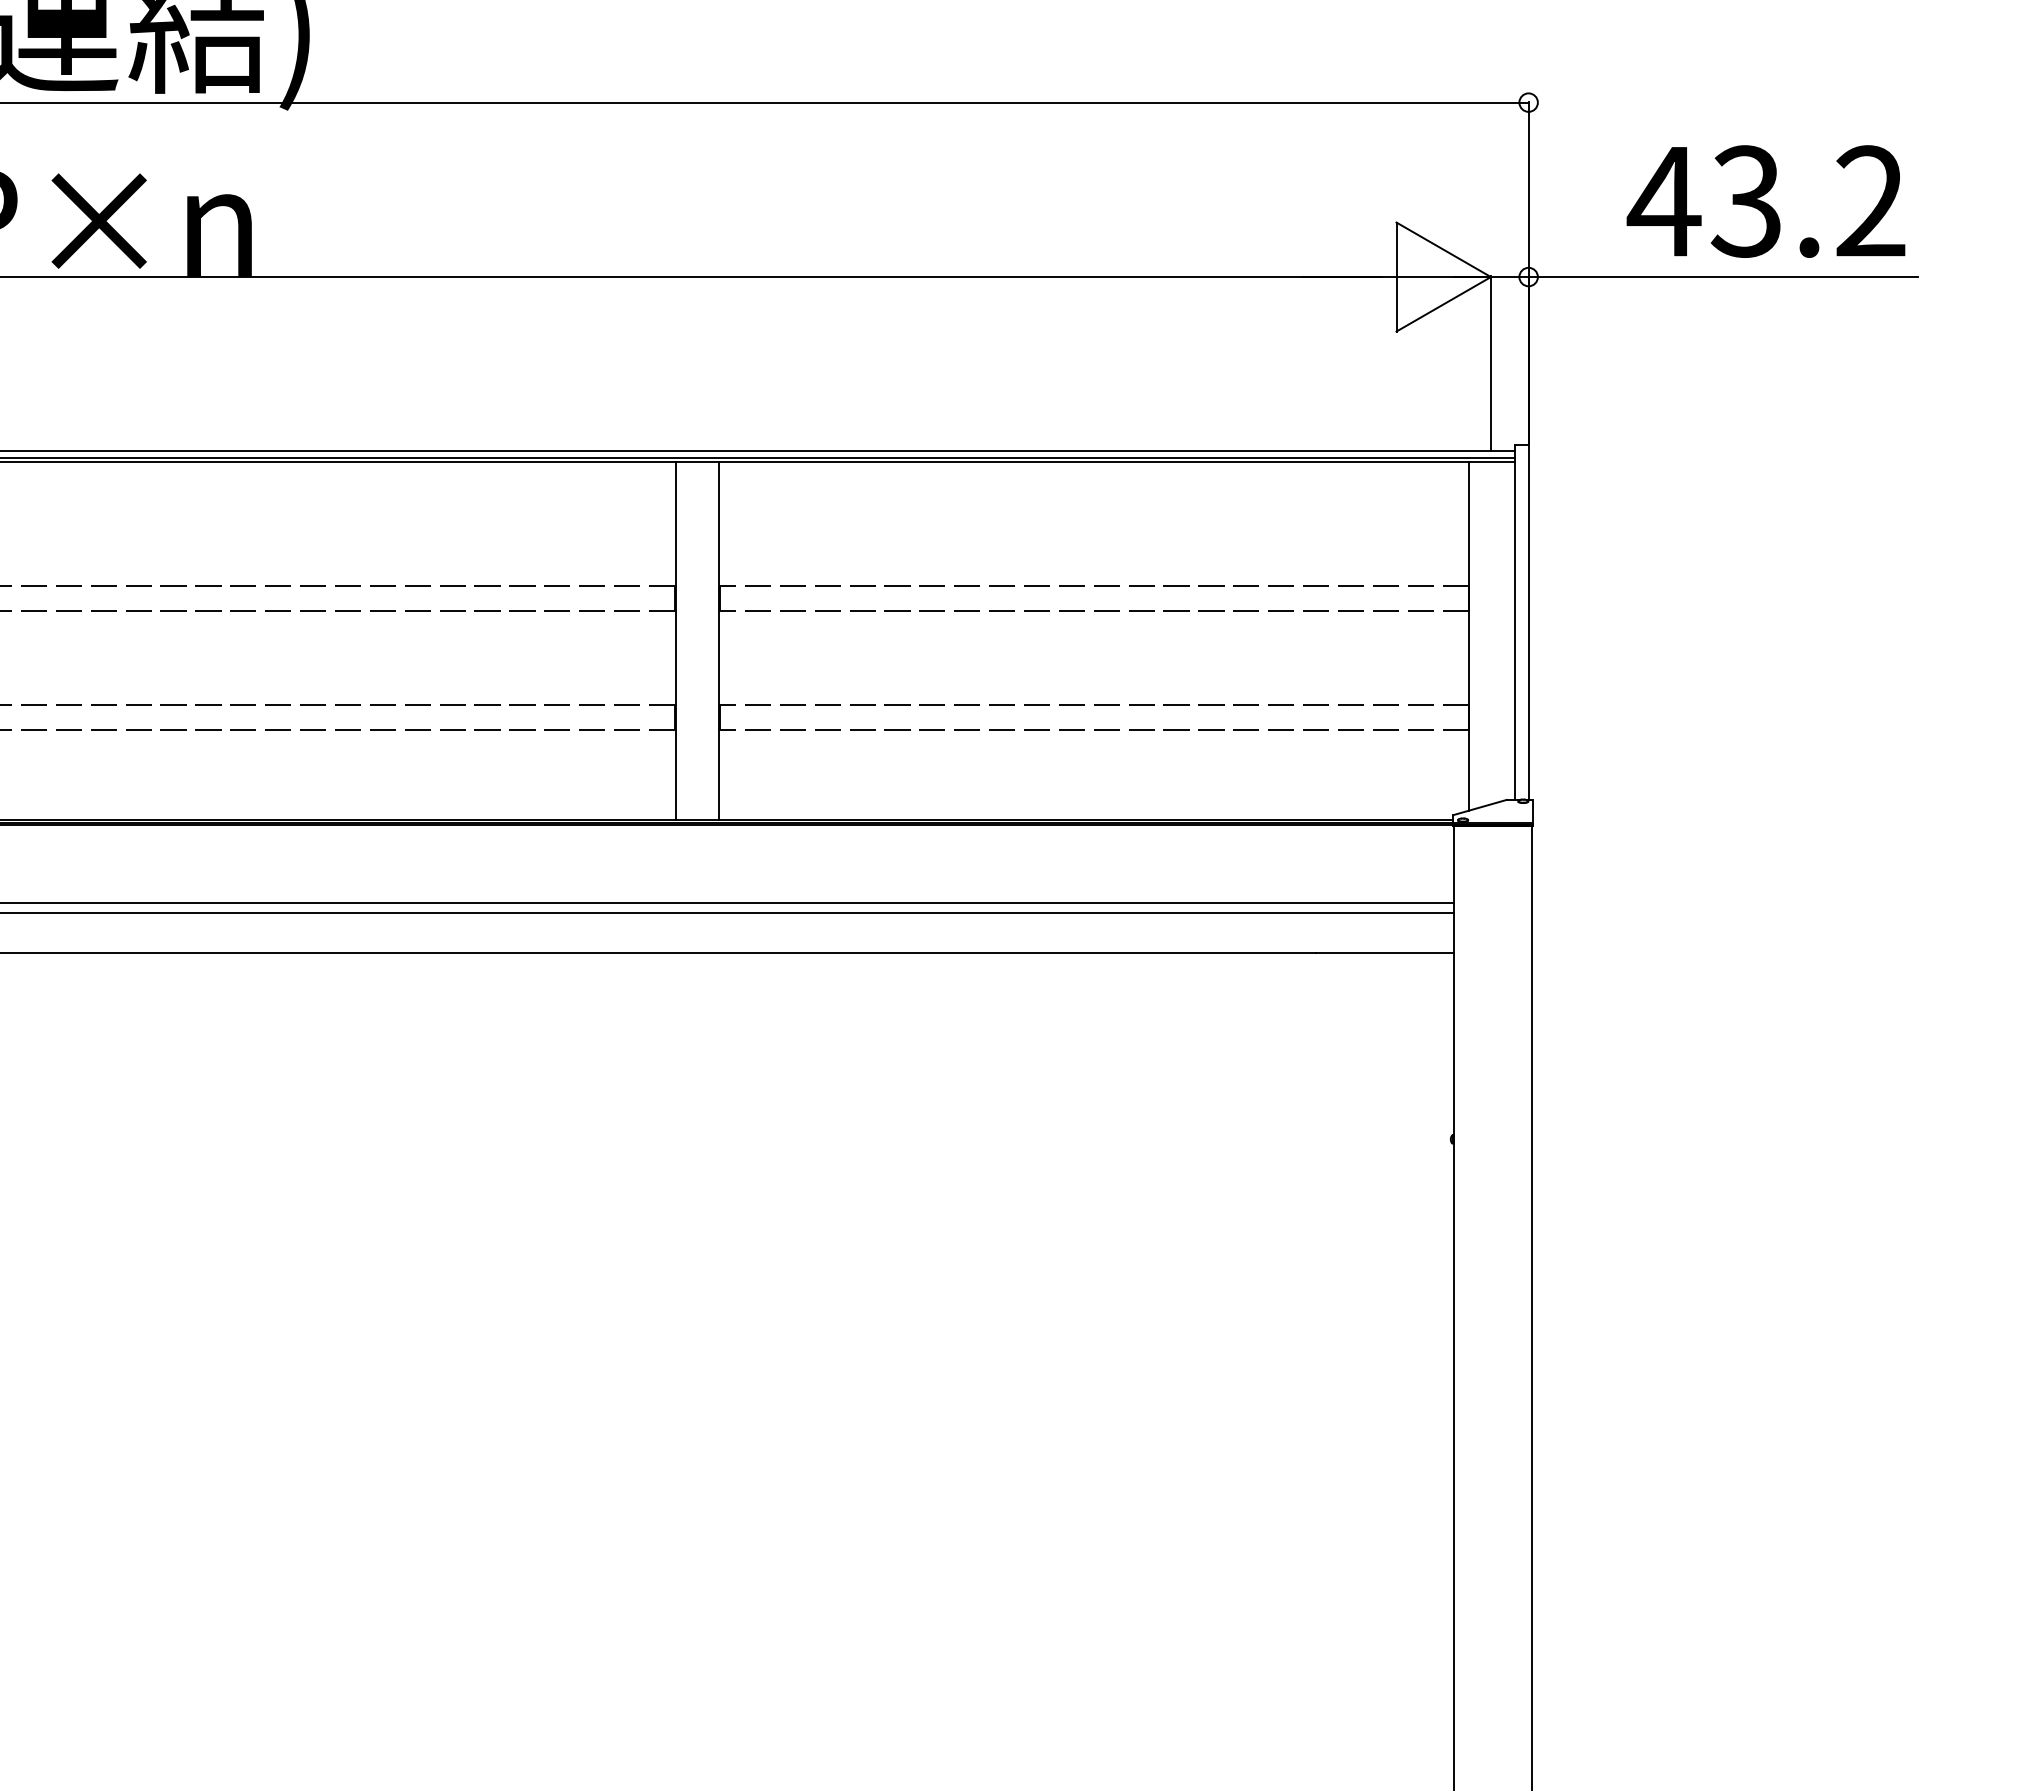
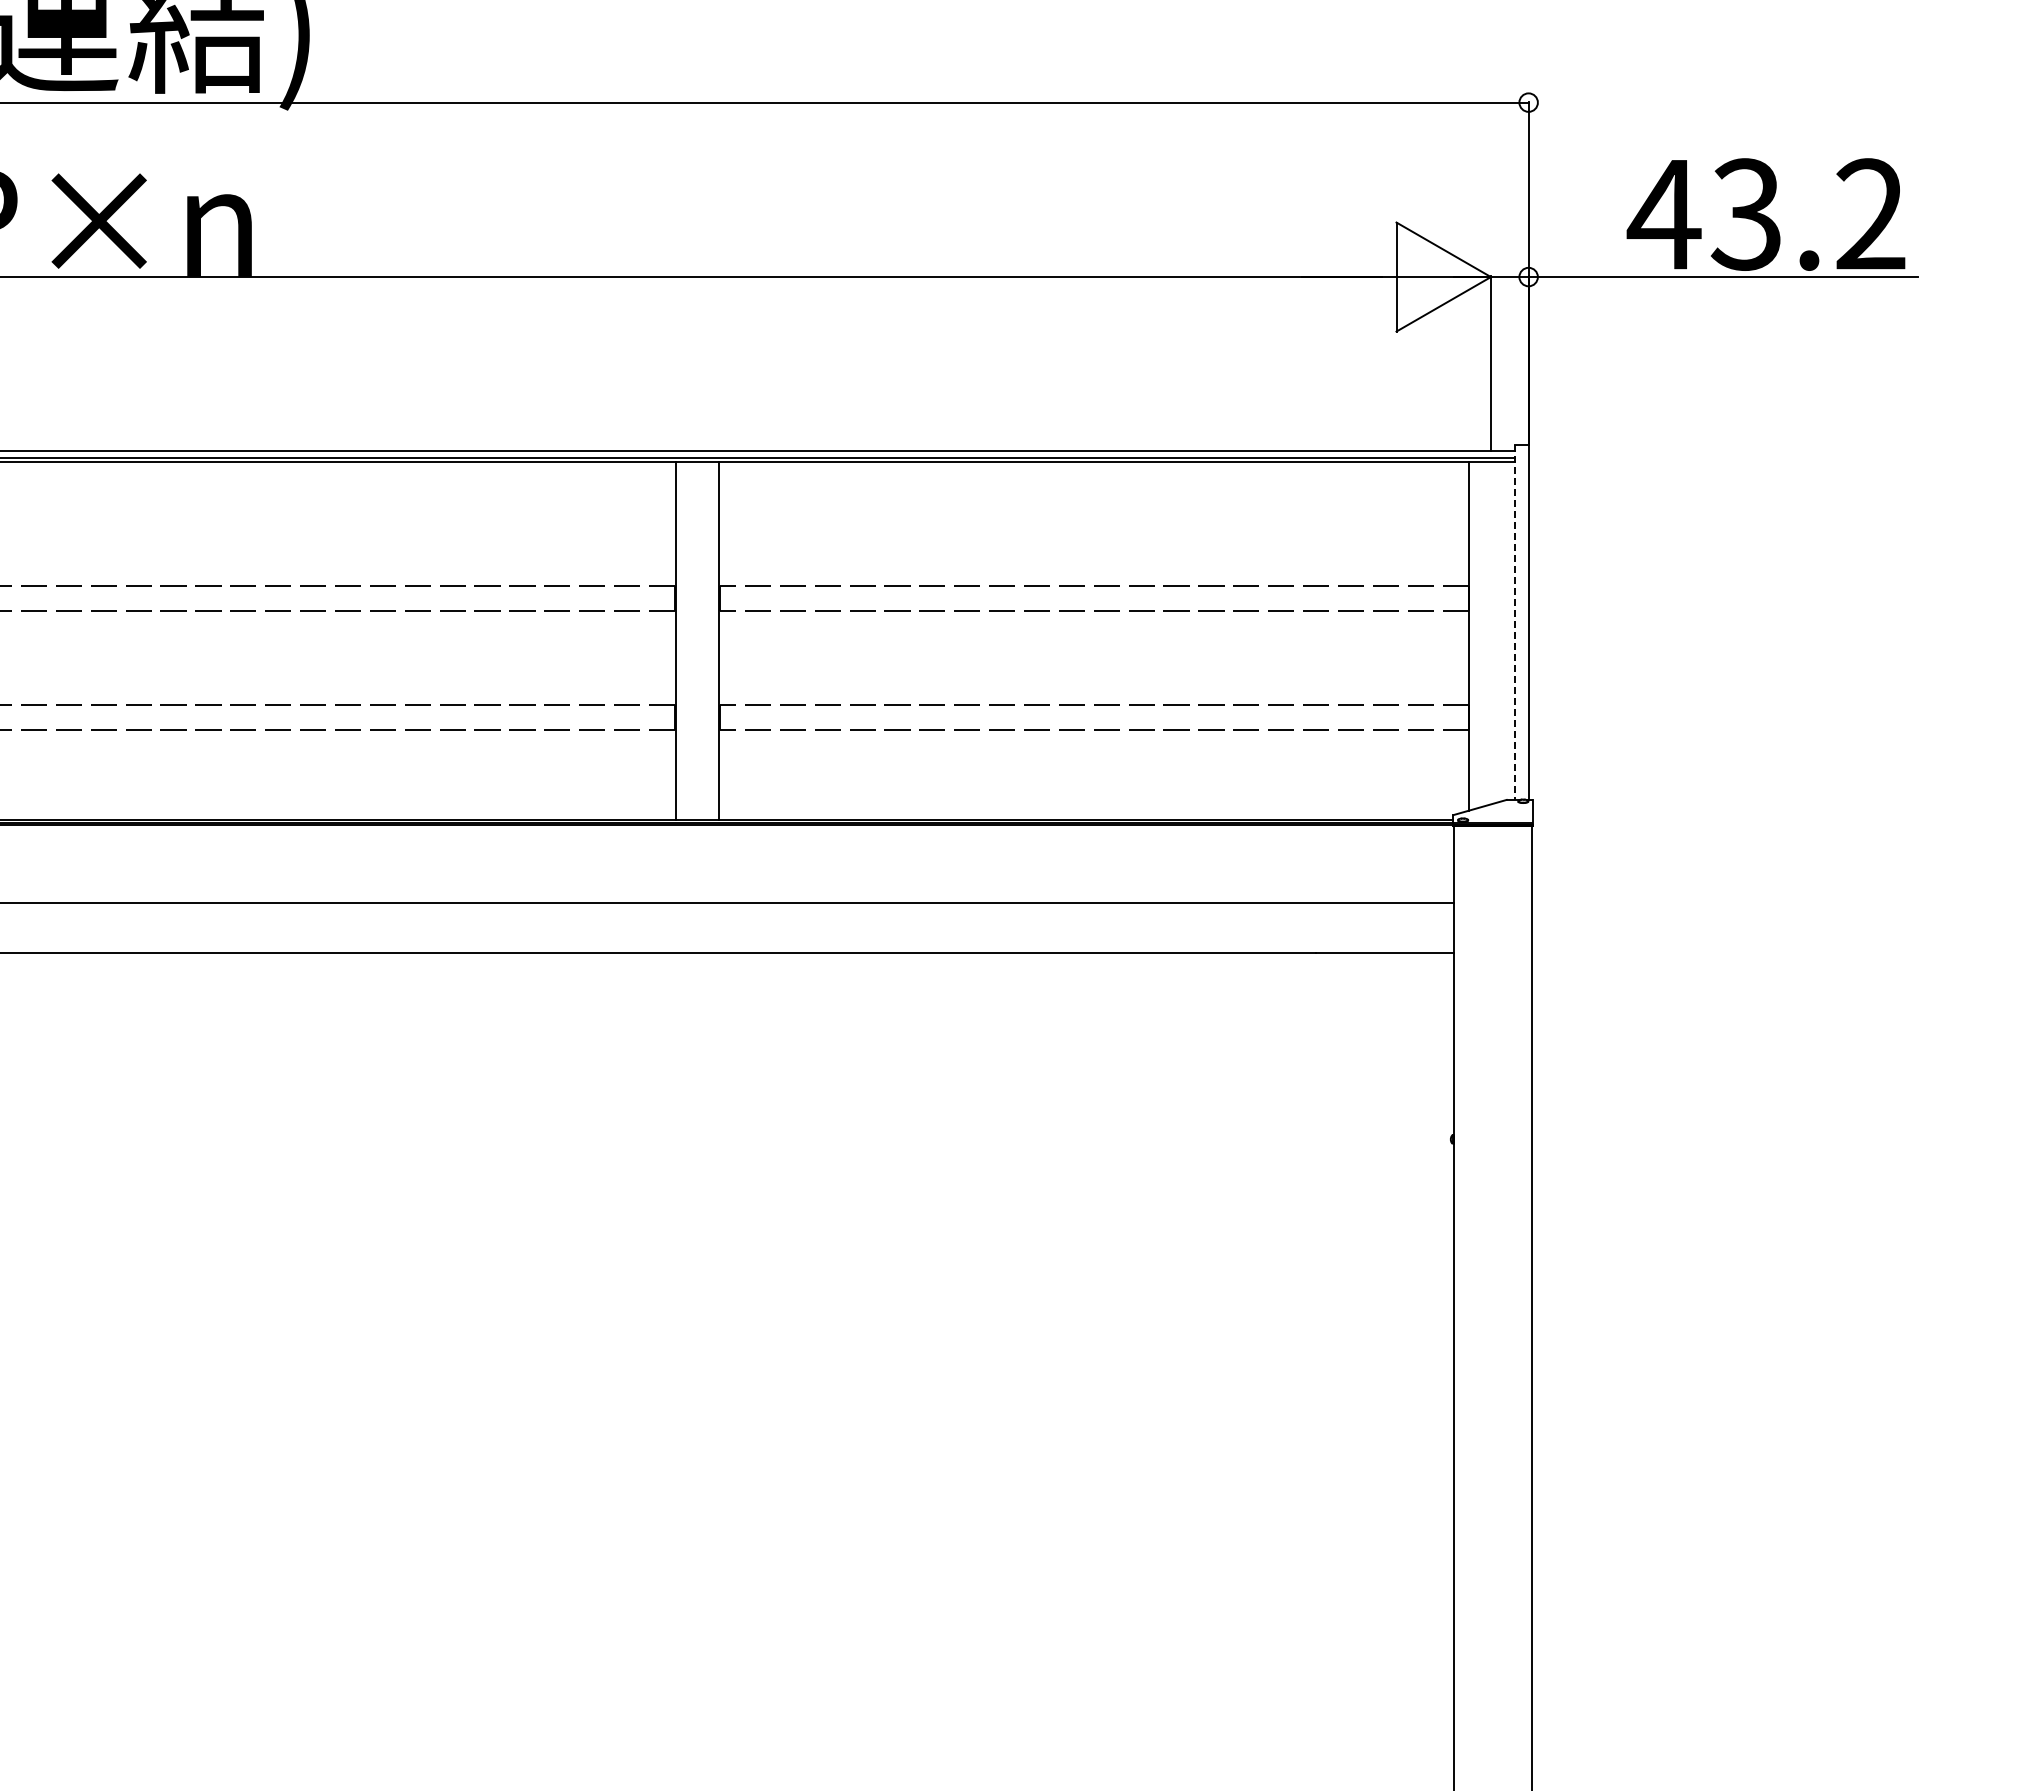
text at (1765, 201) position: (1765, 201) -> (1765, 214)
line at (1514, 622): solid -> dashed
line at (727, 912): present -> none
